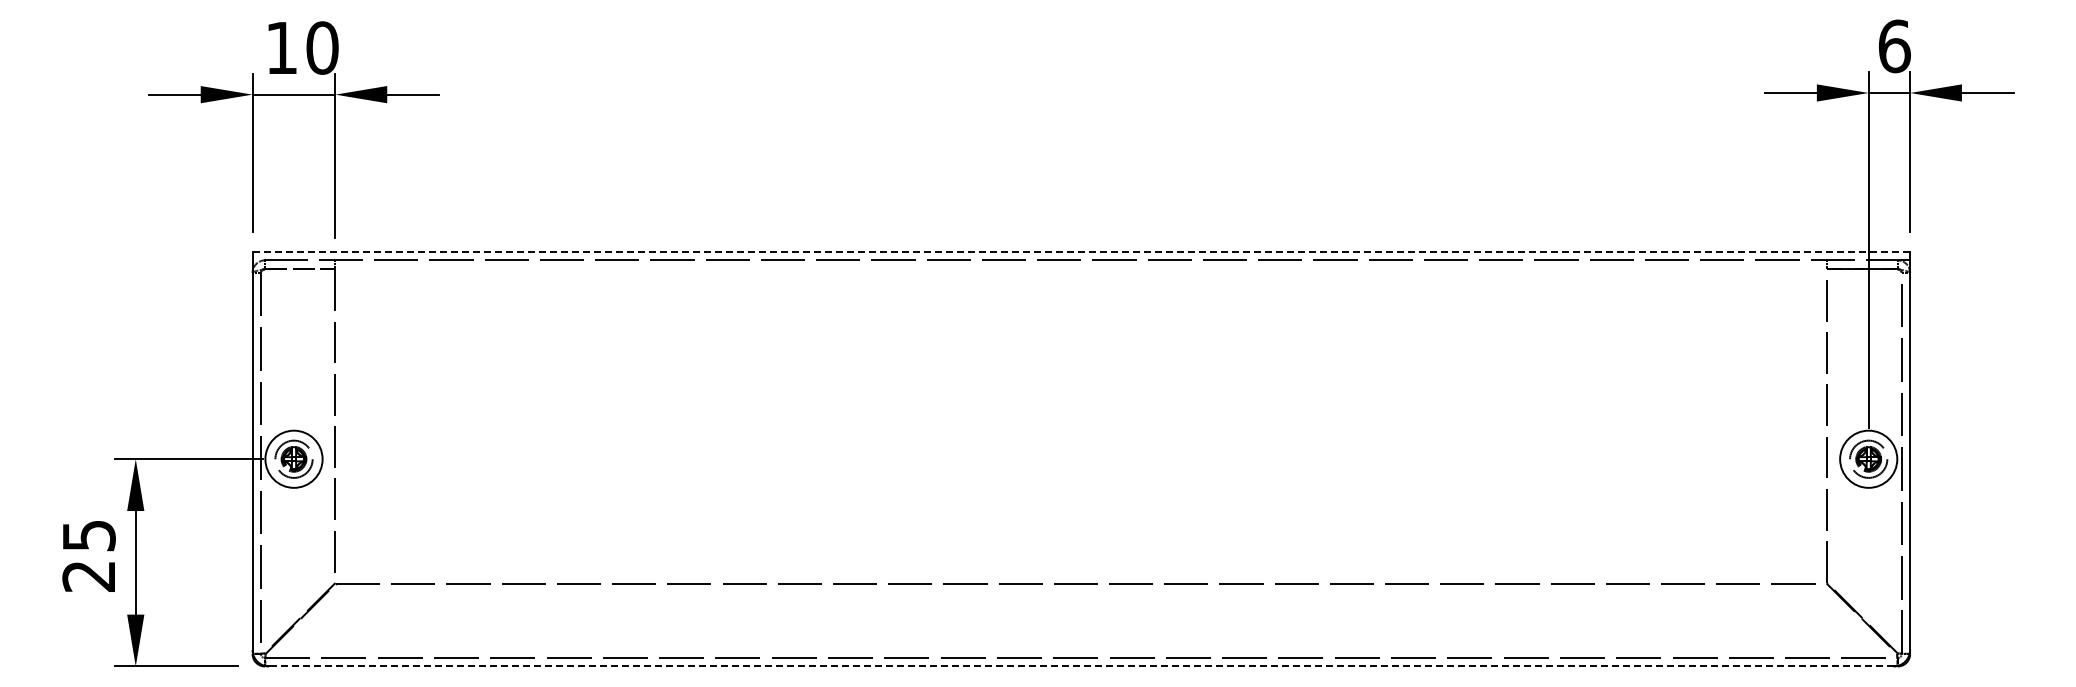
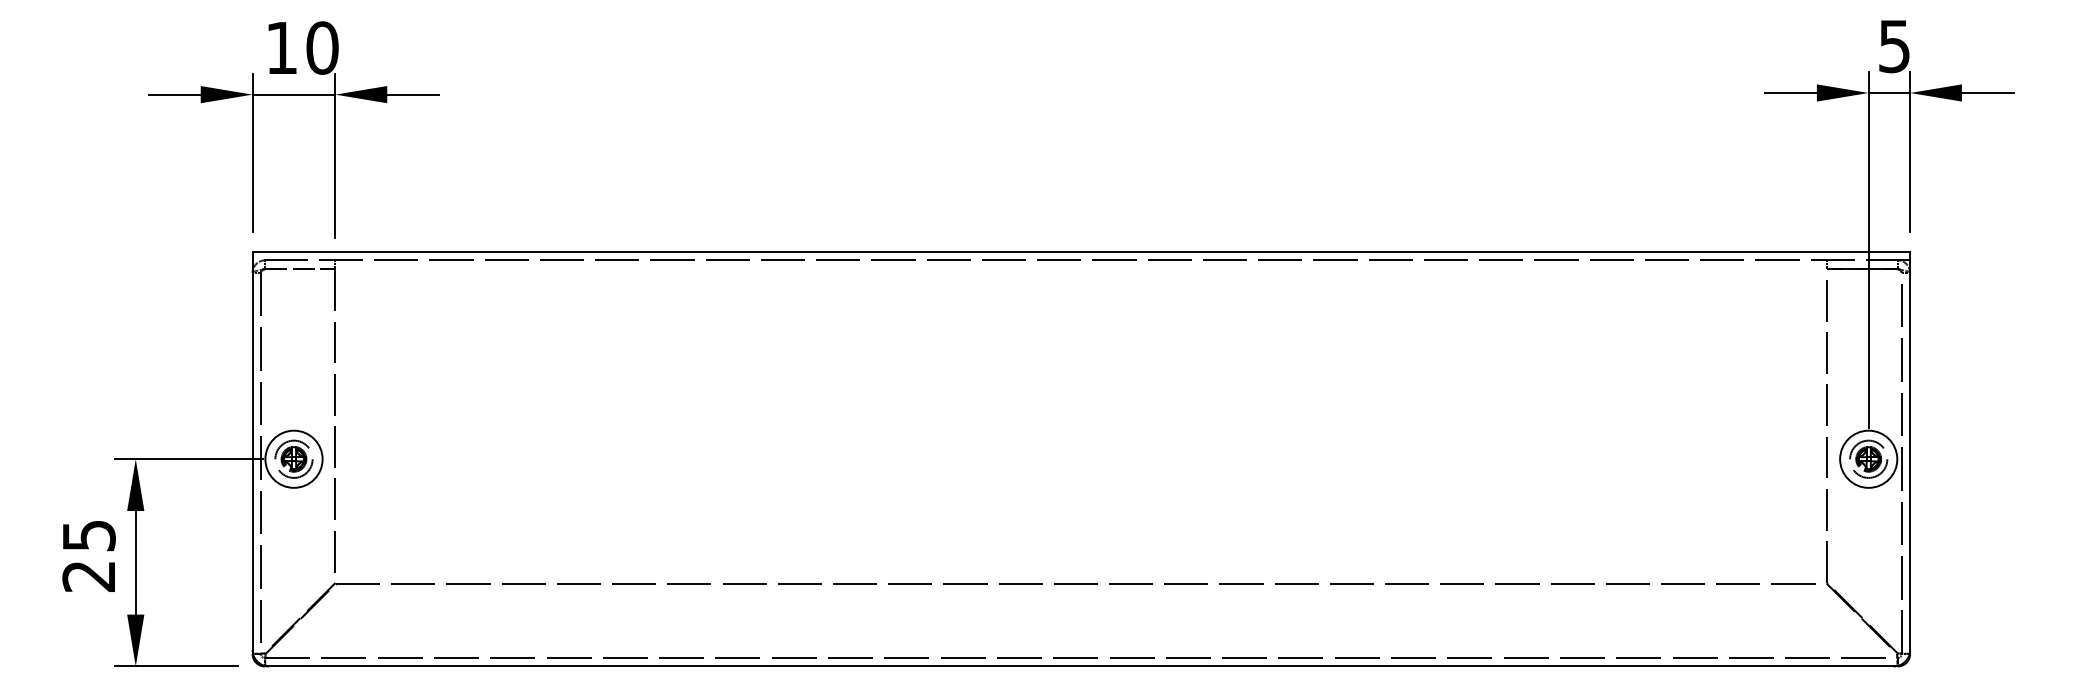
text at (1894, 46): 6 -> 5
line at (1081, 252): dashed -> solid
line at (1080, 666): dashed -> solid
